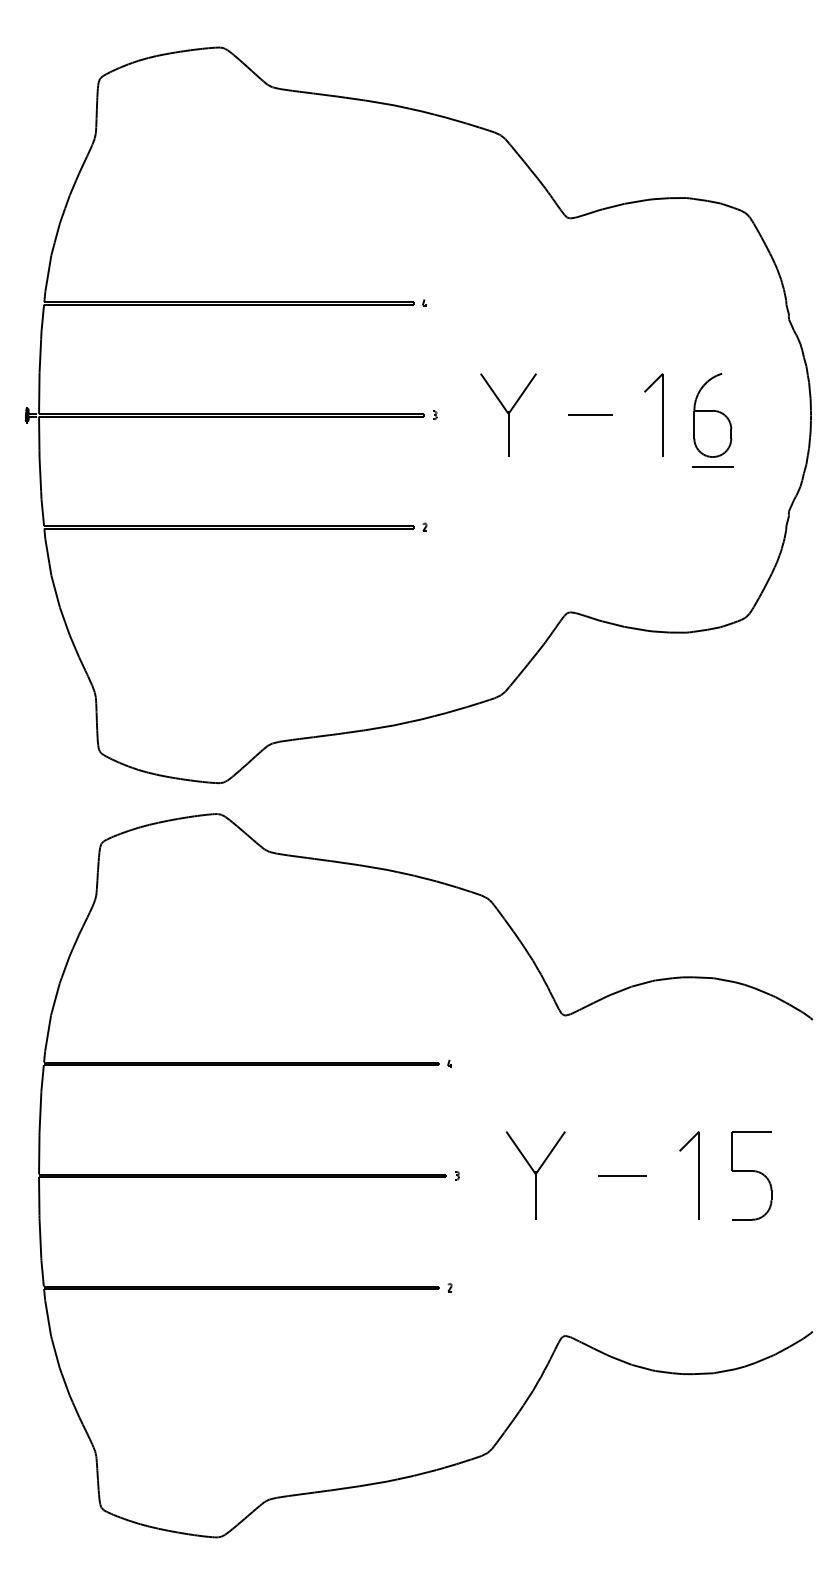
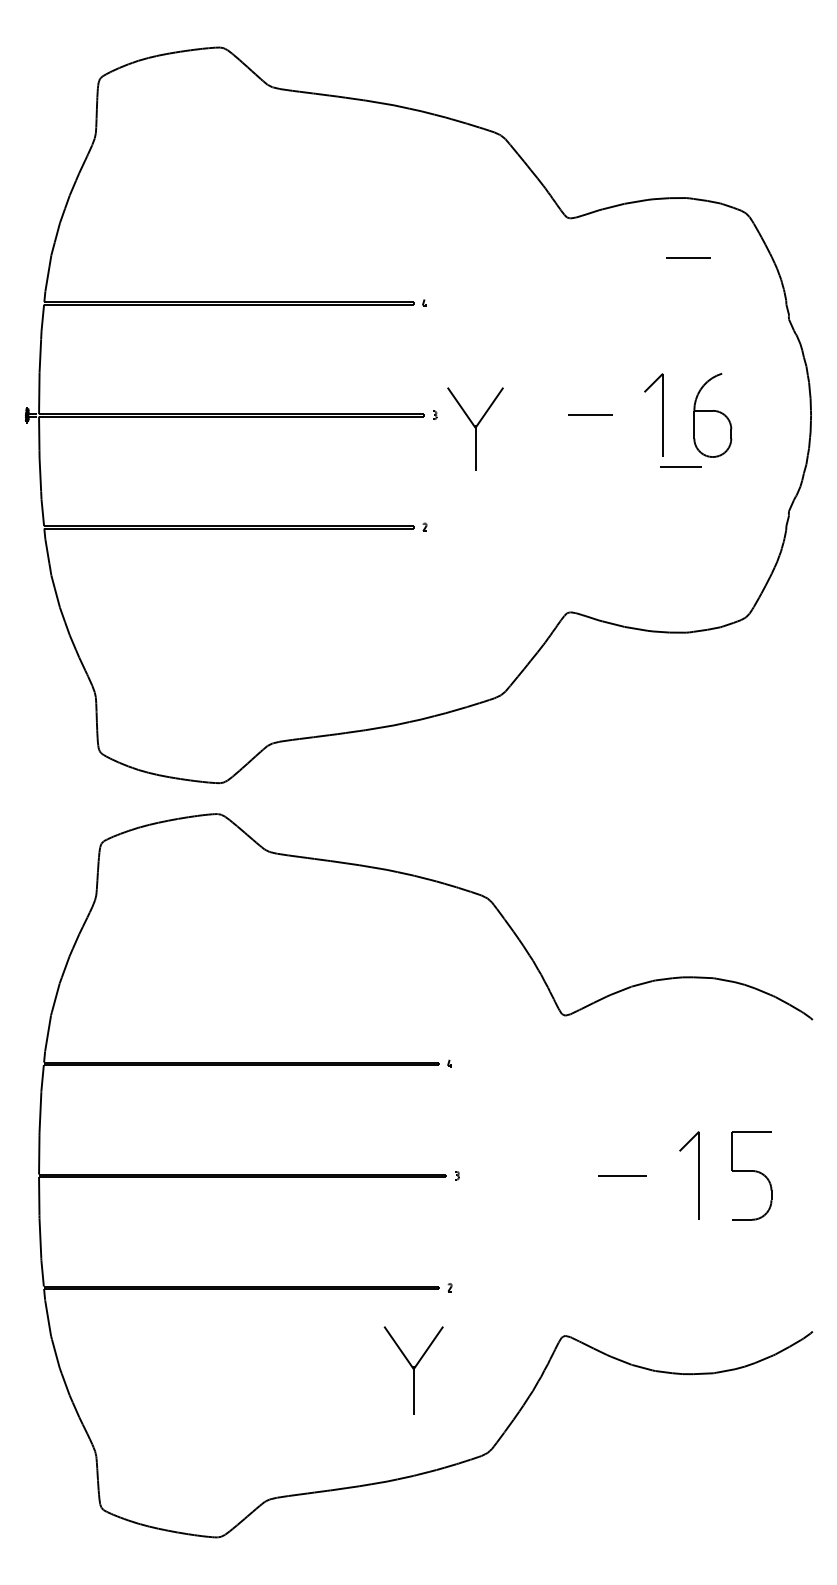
line at (688, 257): none -> present
part at (508, 414) position: (508, 414) -> (475, 428)
line at (712, 466) position: (712, 466) -> (680, 466)
part at (535, 1175) position: (535, 1175) -> (413, 1370)
